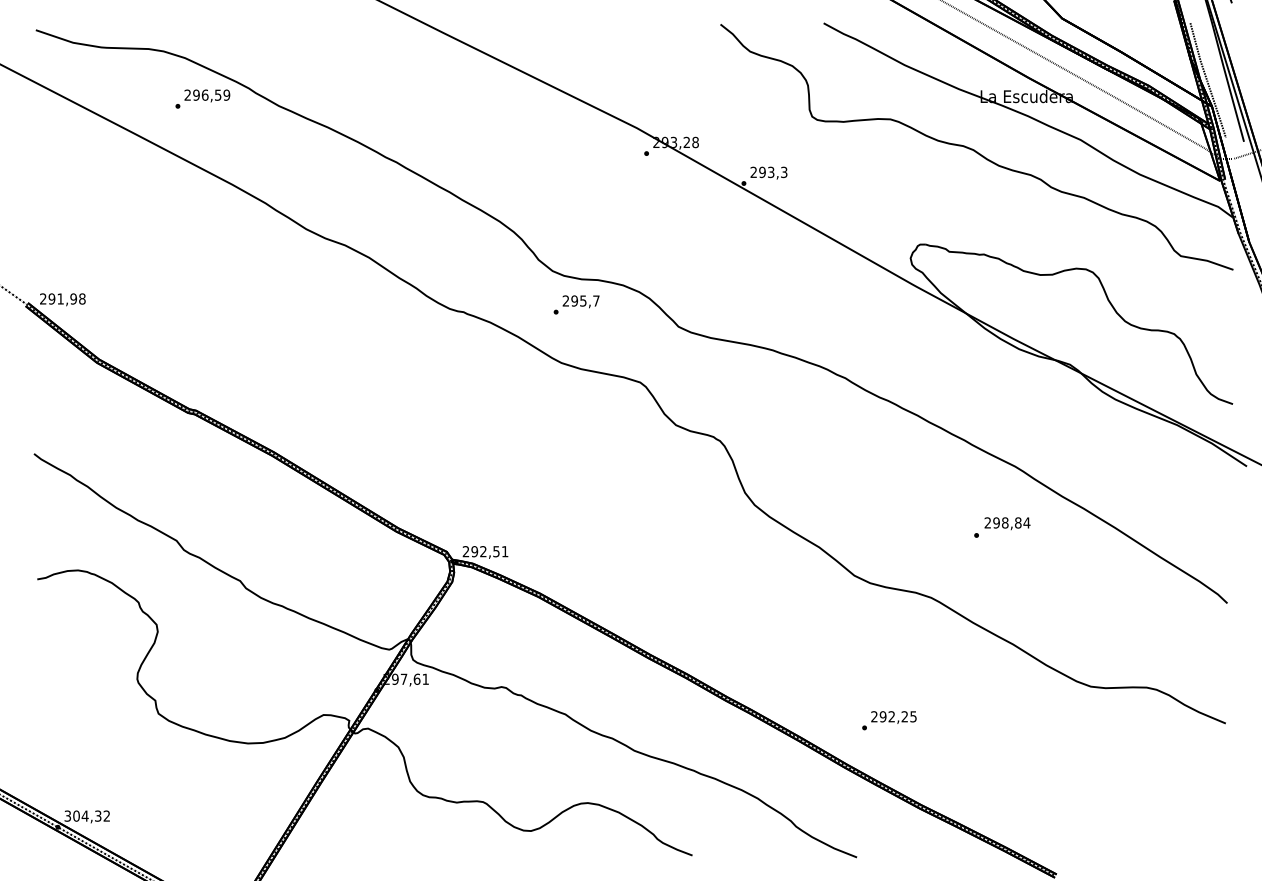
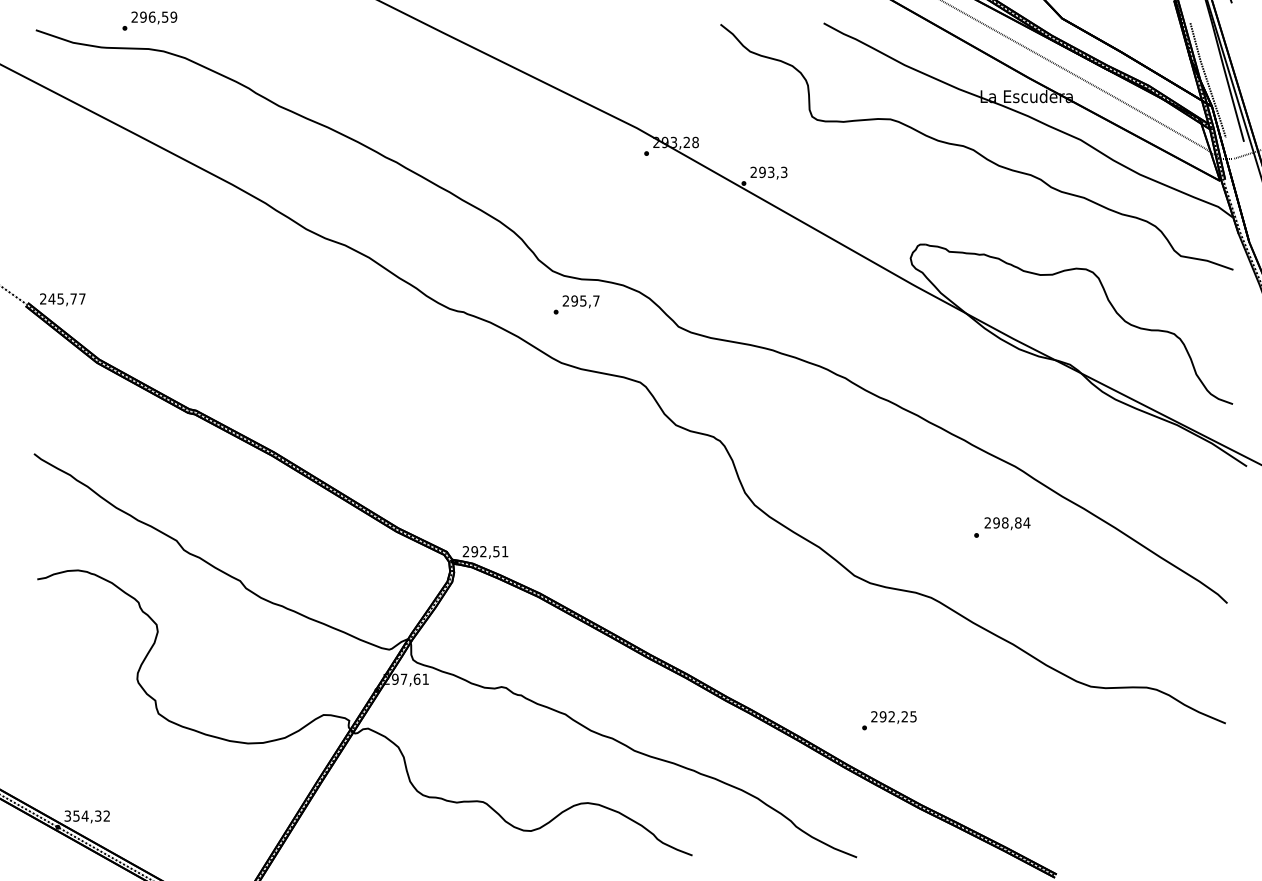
text at (202, 98) position: (202, 98) -> (149, 20)
text at (66, 298): 291,98 -> 245,77
text at (76, 815): 304,32 -> 354,32
